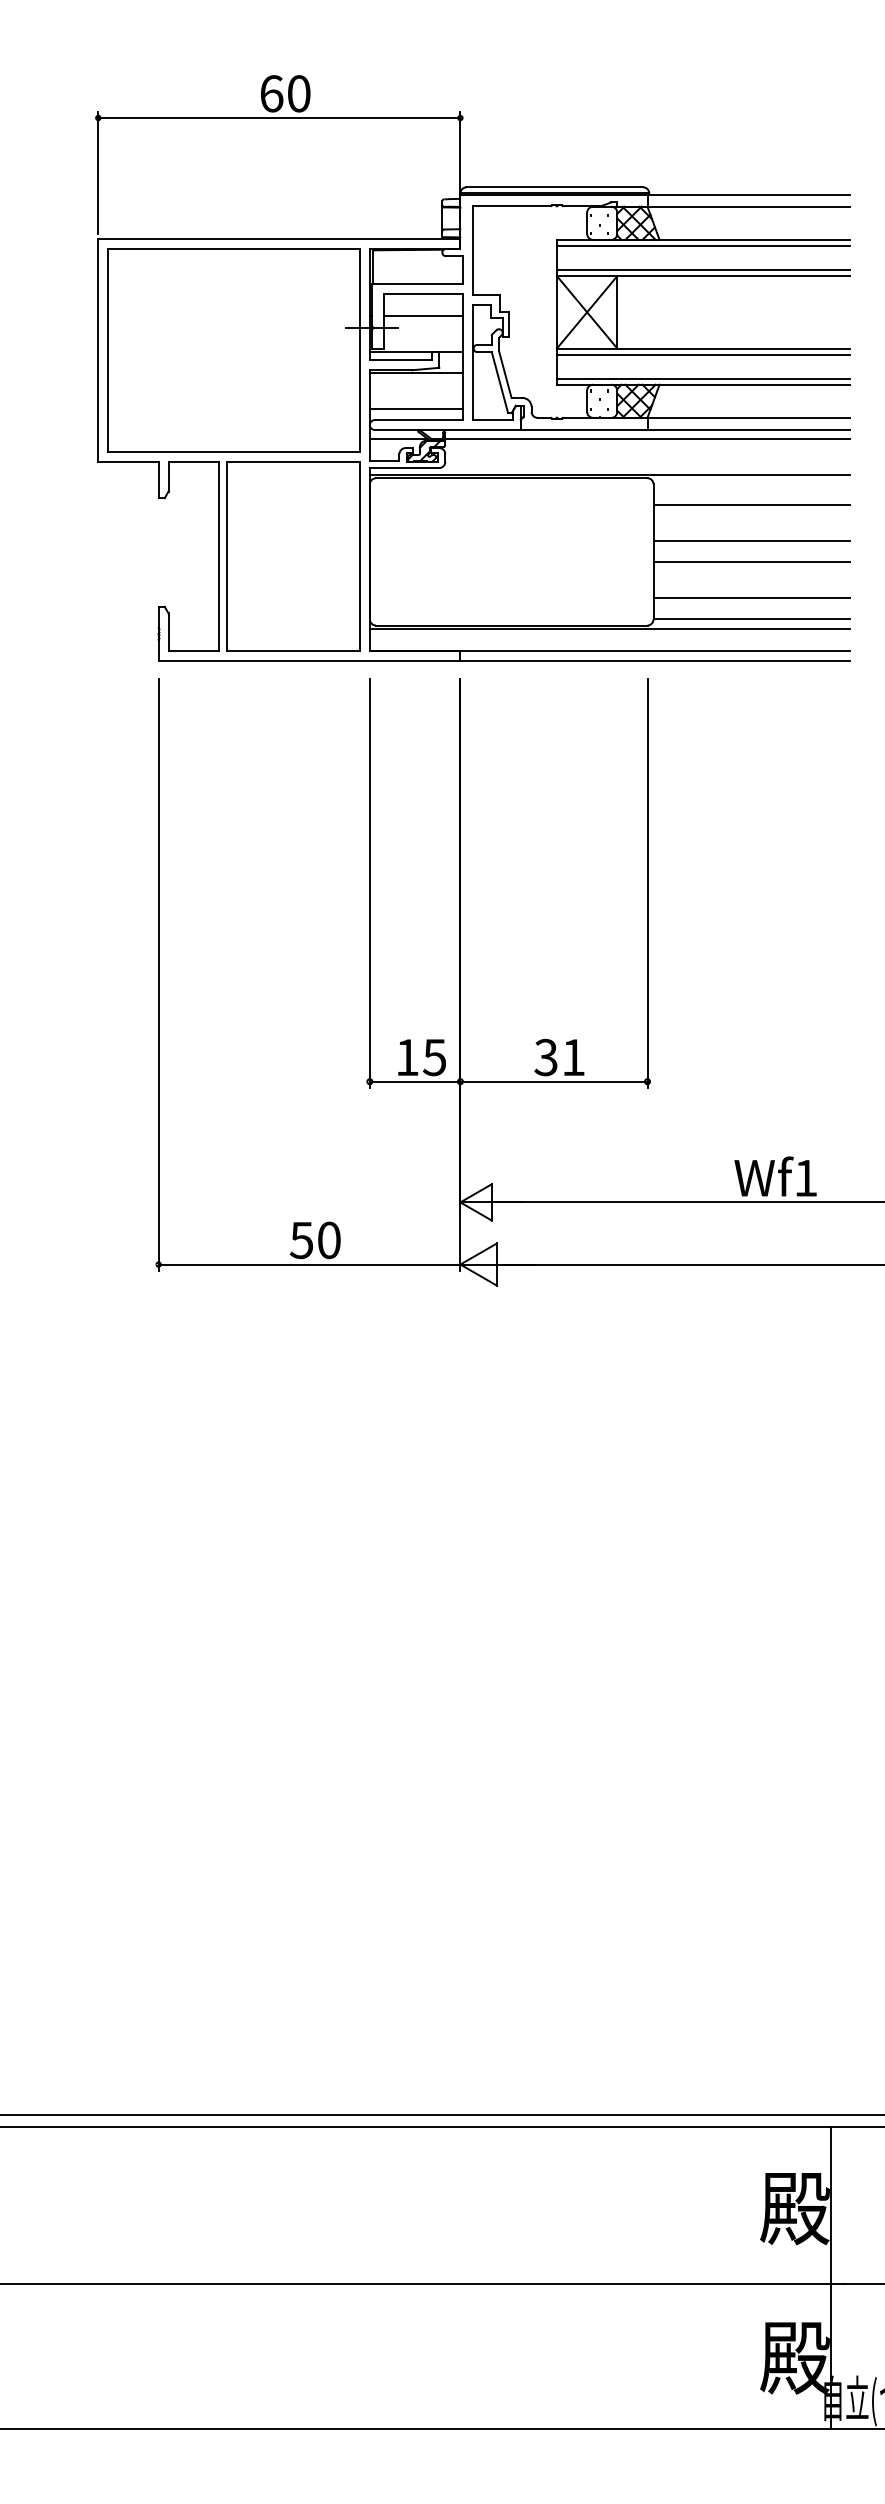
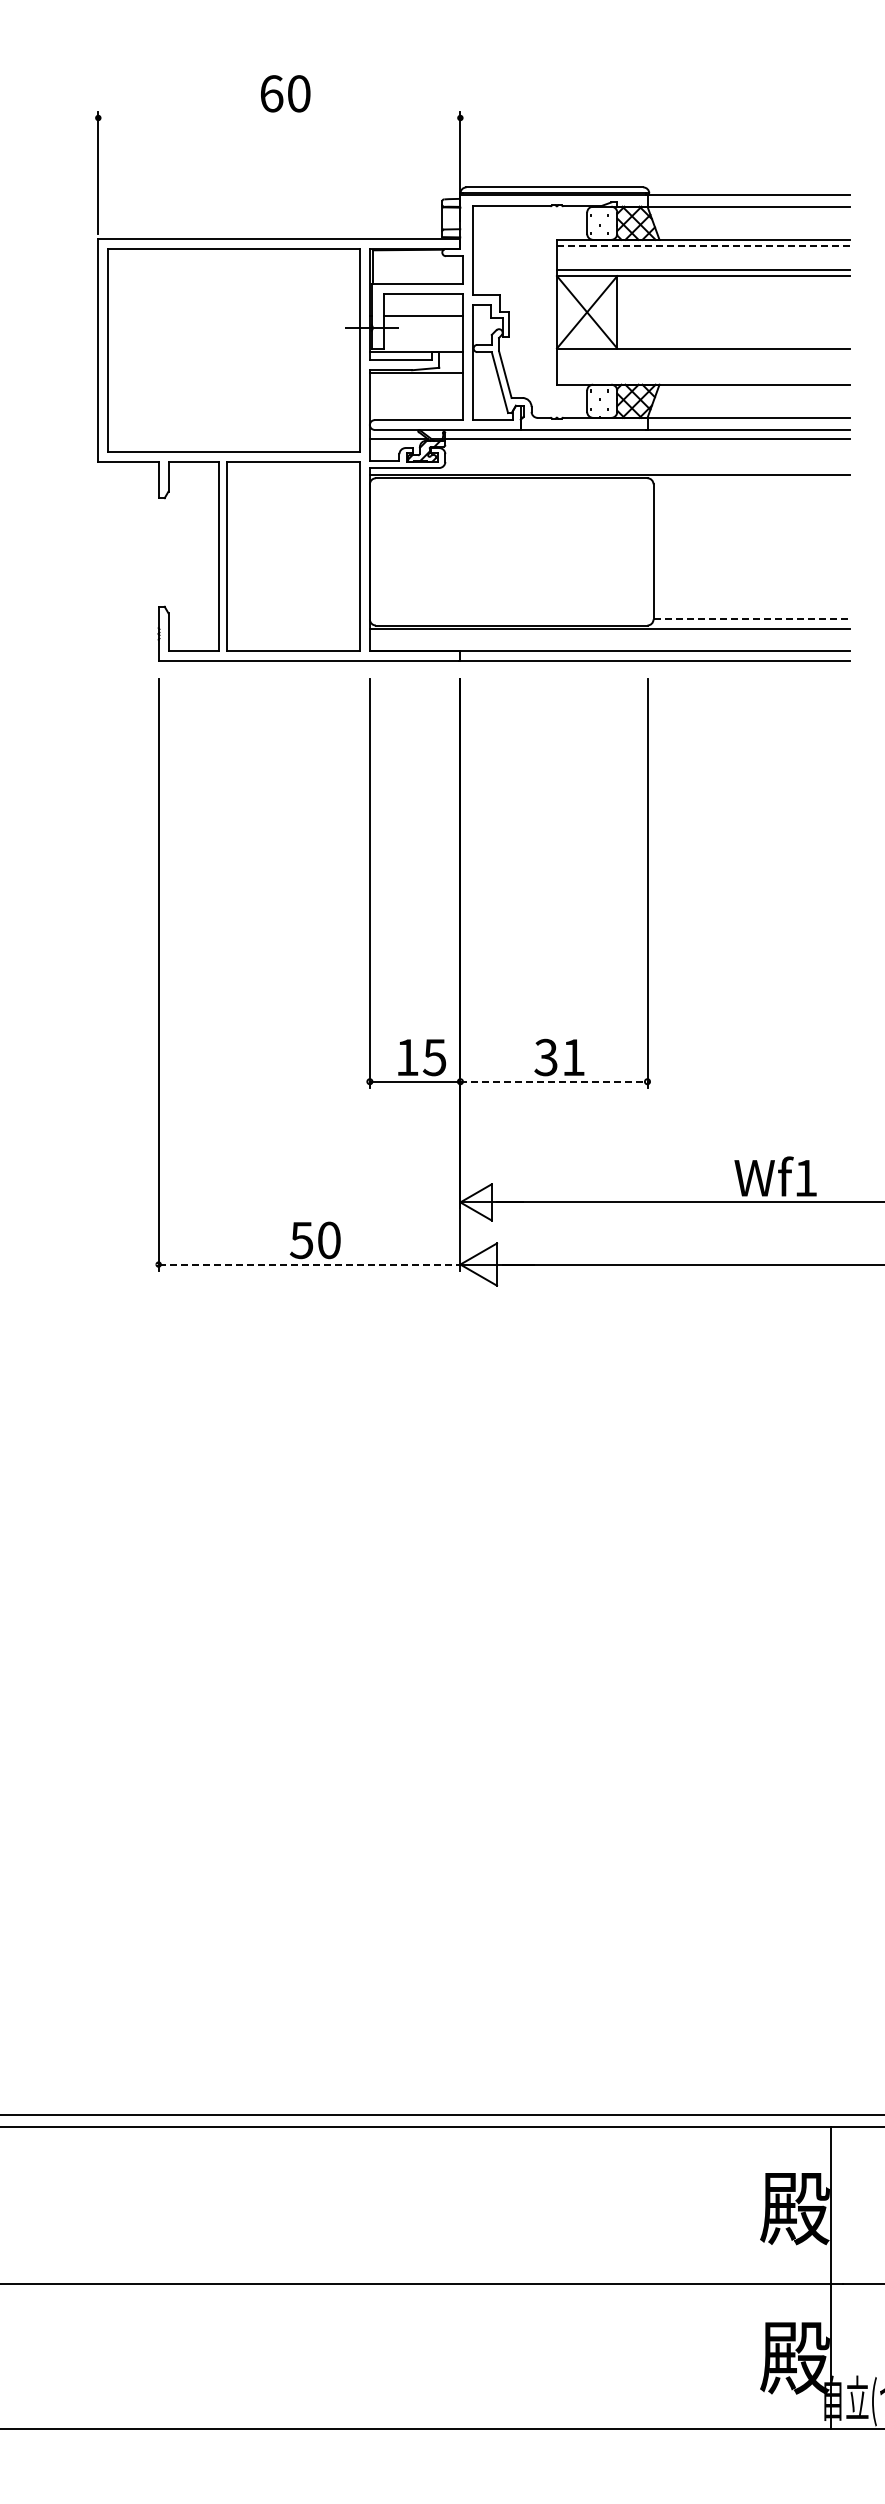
line at (279, 118): present -> none
line at (703, 245): solid -> dashed
line at (703, 354): present -> none
line at (703, 378): present -> none
line at (415, 408): present -> none
line at (751, 505): present -> none
line at (751, 541): present -> none
line at (751, 562): present -> none
line at (751, 598): present -> none
line at (752, 619): solid -> dashed
line at (553, 1081): solid -> dashed
line at (309, 1264): solid -> dashed
